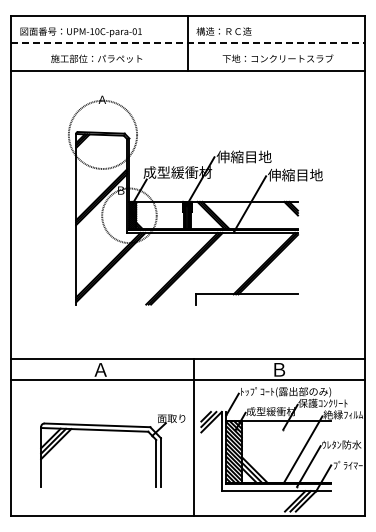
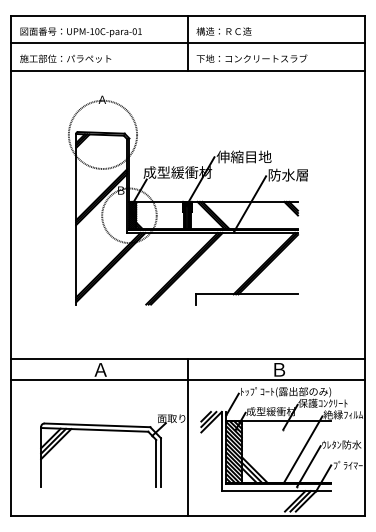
line at (188, 43): dashed -> solid
text at (96, 58) position: (96, 58) -> (65, 58)
text at (277, 58) position: (277, 58) -> (251, 58)
text at (295, 174): 伸縮目地 -> 防水層
line at (194, 437) position: (194, 437) -> (188, 437)
